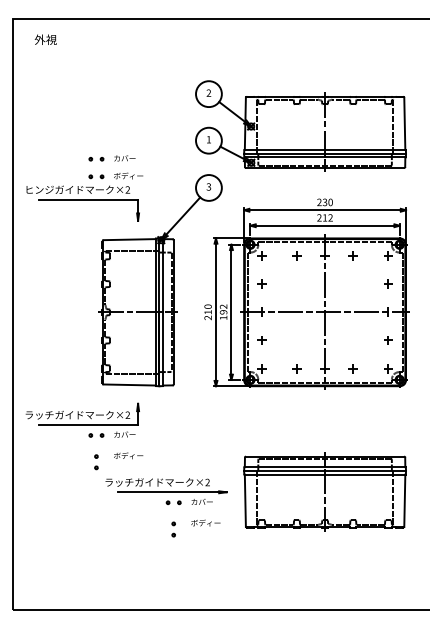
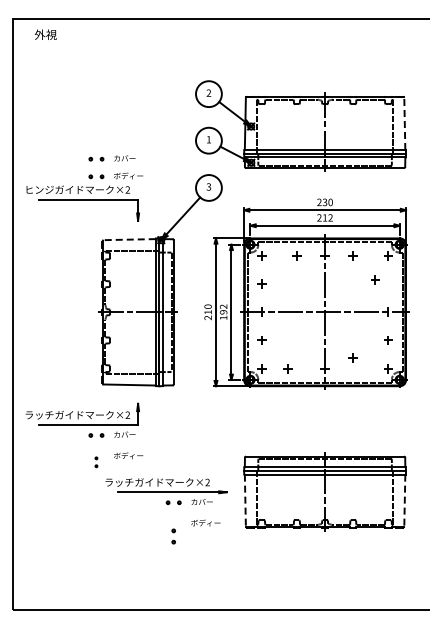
text at (45, 39) position: (45, 39) -> (45, 34)
line at (404, 123): solid -> dashed
line at (129, 239): solid -> dashed
part at (388, 283) position: (388, 283) -> (375, 279)
part at (296, 368) position: (296, 368) -> (287, 368)
part at (352, 368) position: (352, 368) -> (352, 357)
part at (96, 462) size: 5x17 px -> 5x13 px
line at (245, 501): solid -> dashed
line at (404, 501): solid -> dashed
part at (173, 529) position: (173, 529) -> (173, 536)
